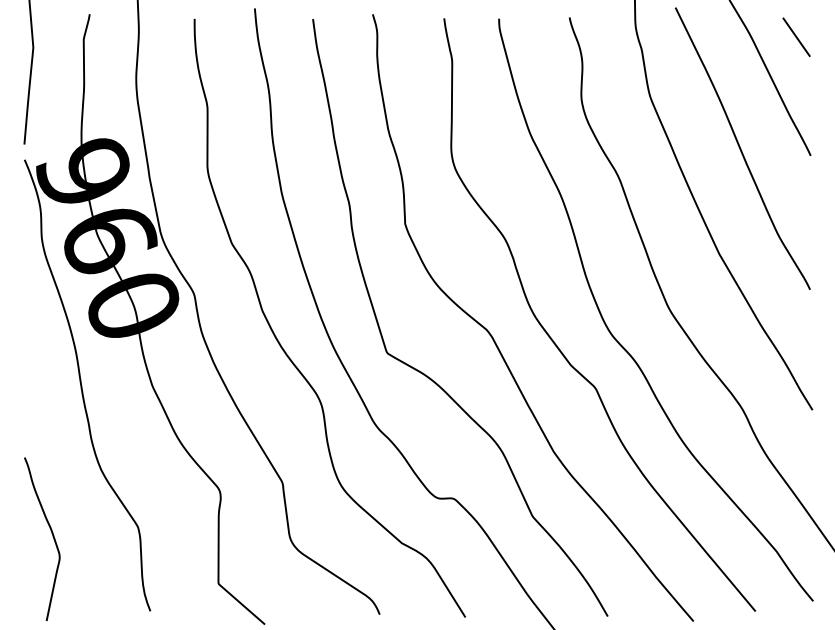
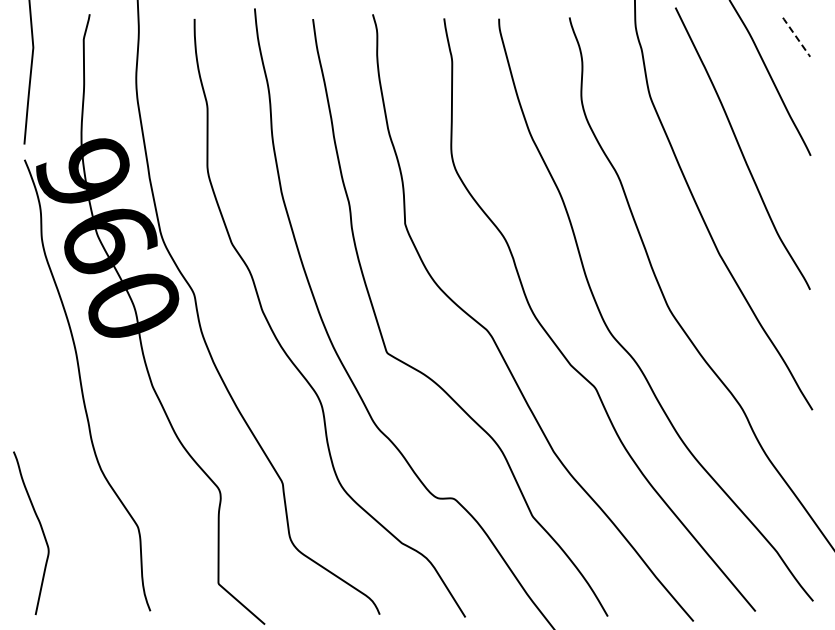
line at (797, 38): solid -> dashed
curve at (52, 536) position: (52, 536) -> (41, 530)
